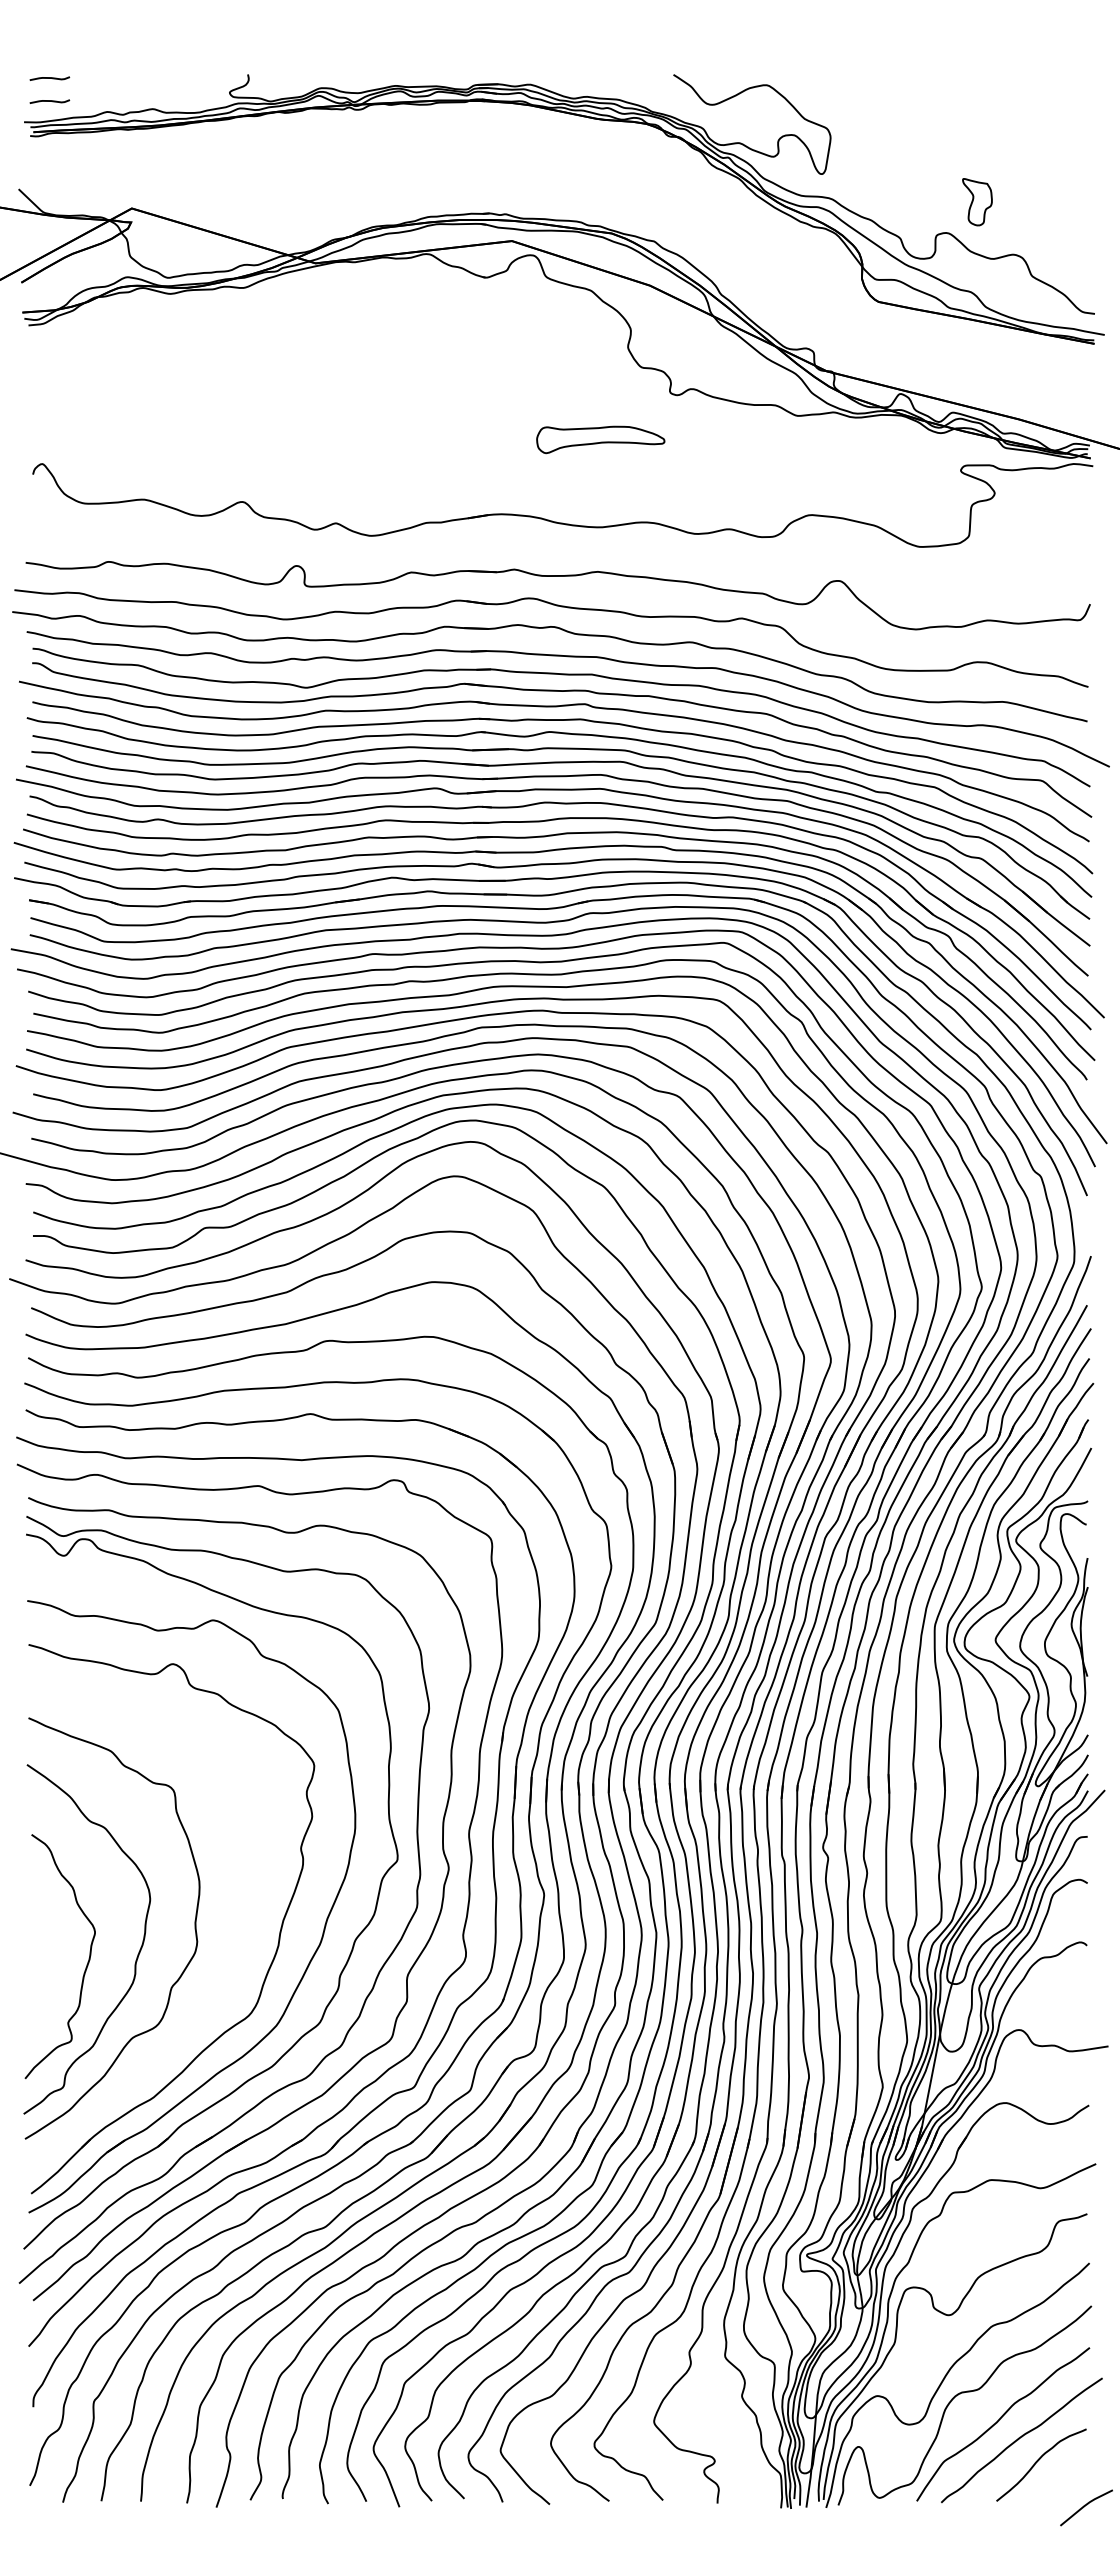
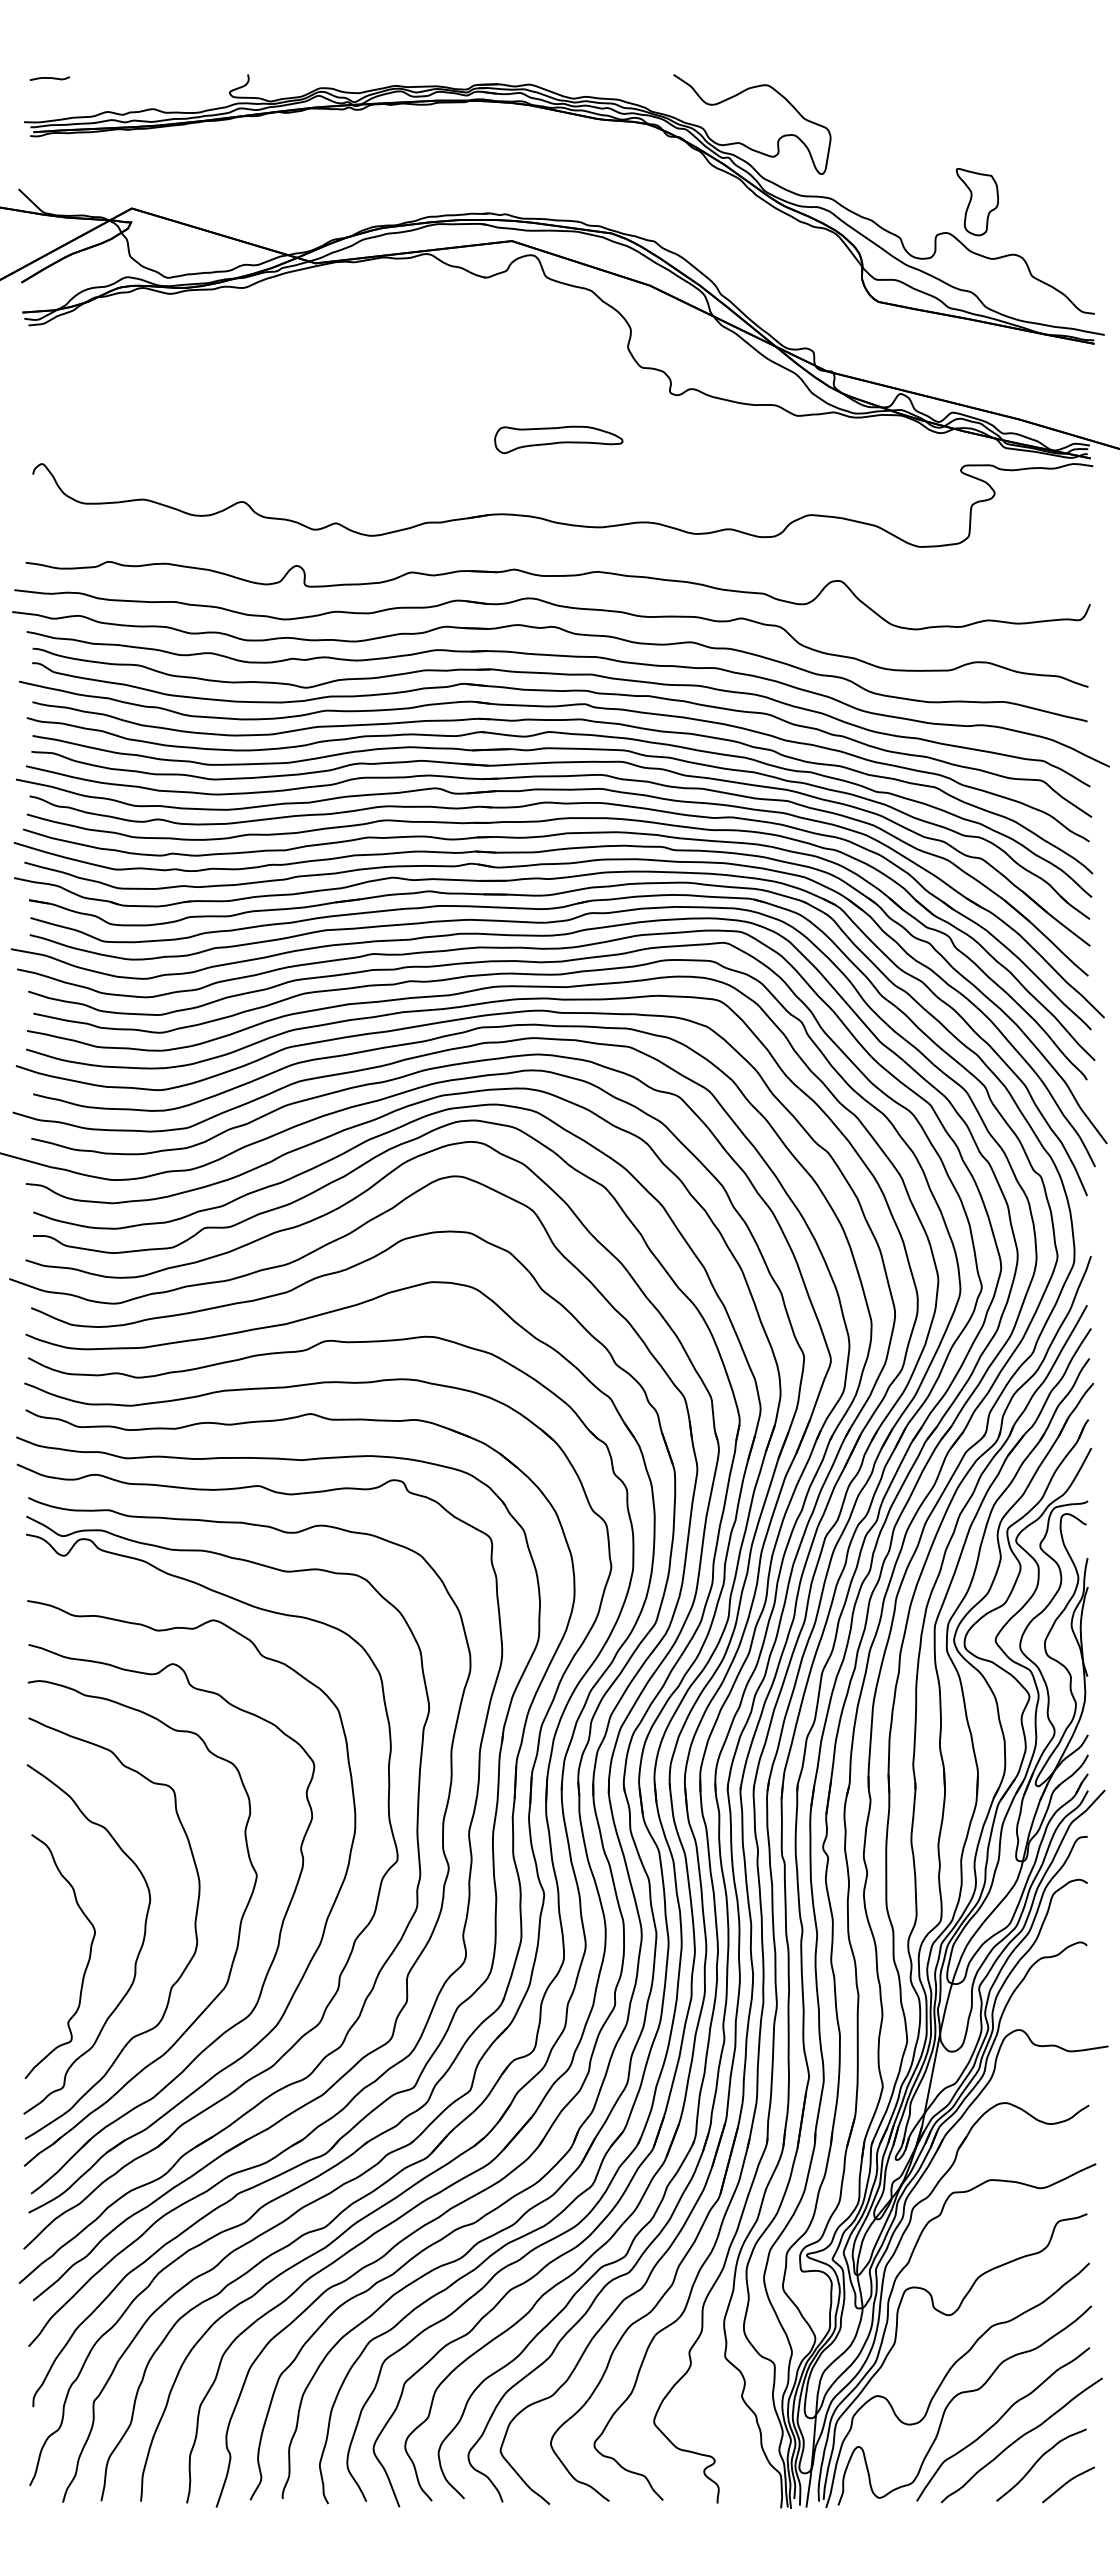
curve at (49, 101): present -> none
part at (977, 202) size: 31x49 px -> 43x69 px
part at (600, 439) position: (600, 439) -> (558, 439)
part at (237, 1938): none -> present
line at (1085, 2506) position: (1085, 2506) -> (1067, 2483)
